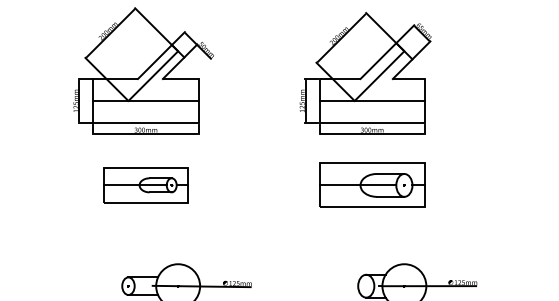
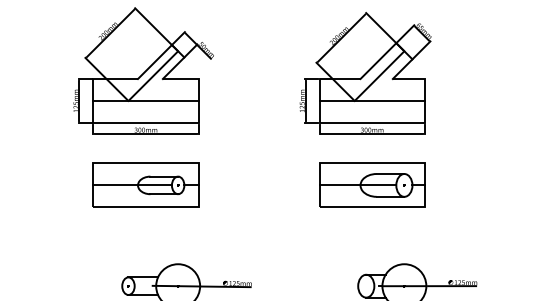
part at (145, 185) size: 86x37 px -> 108x46 px
